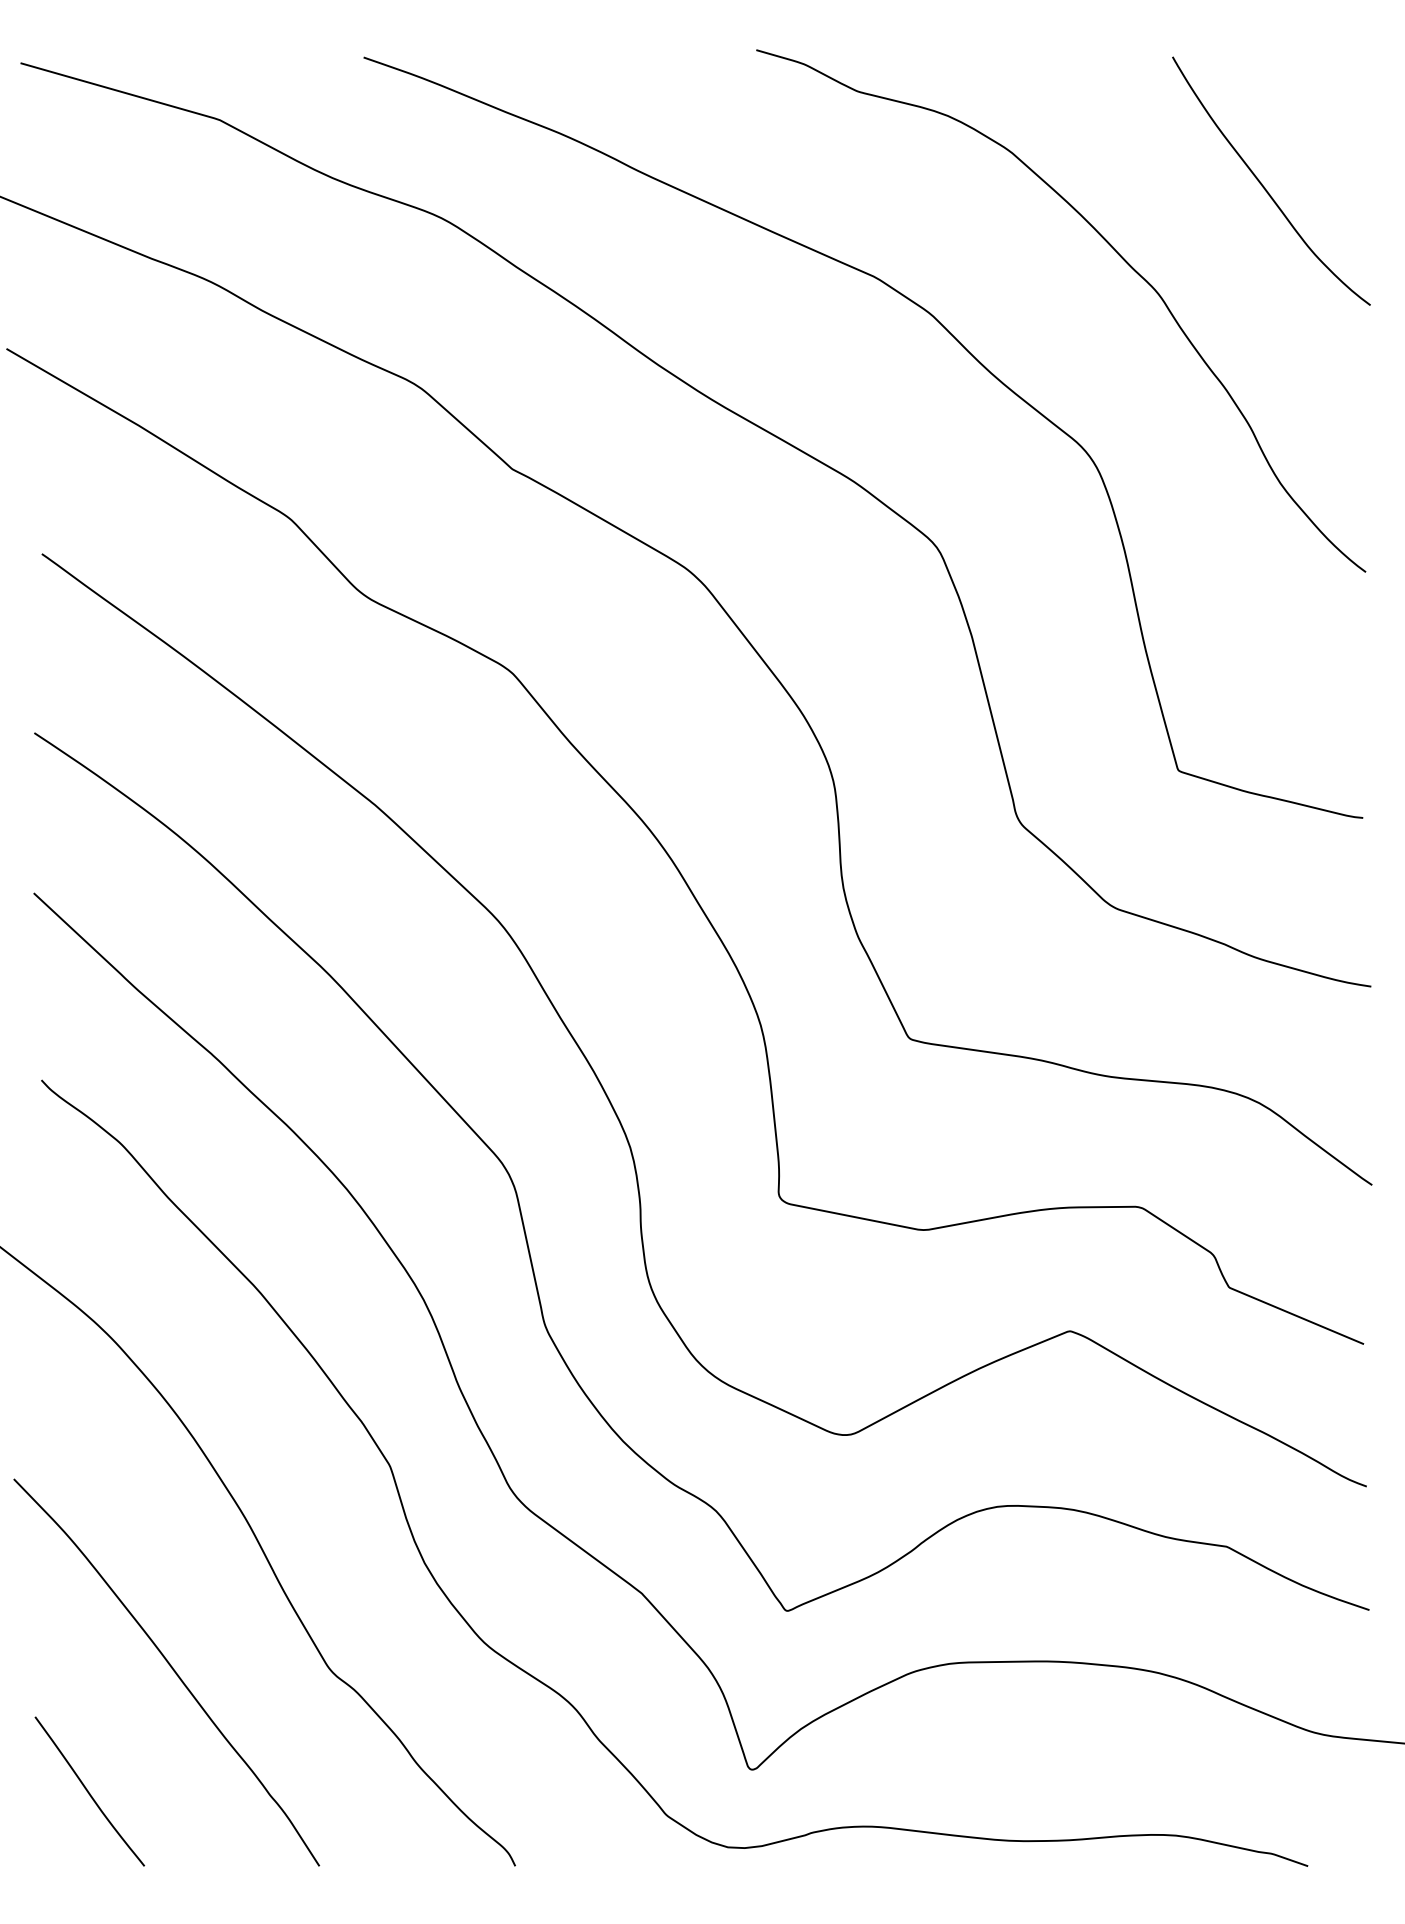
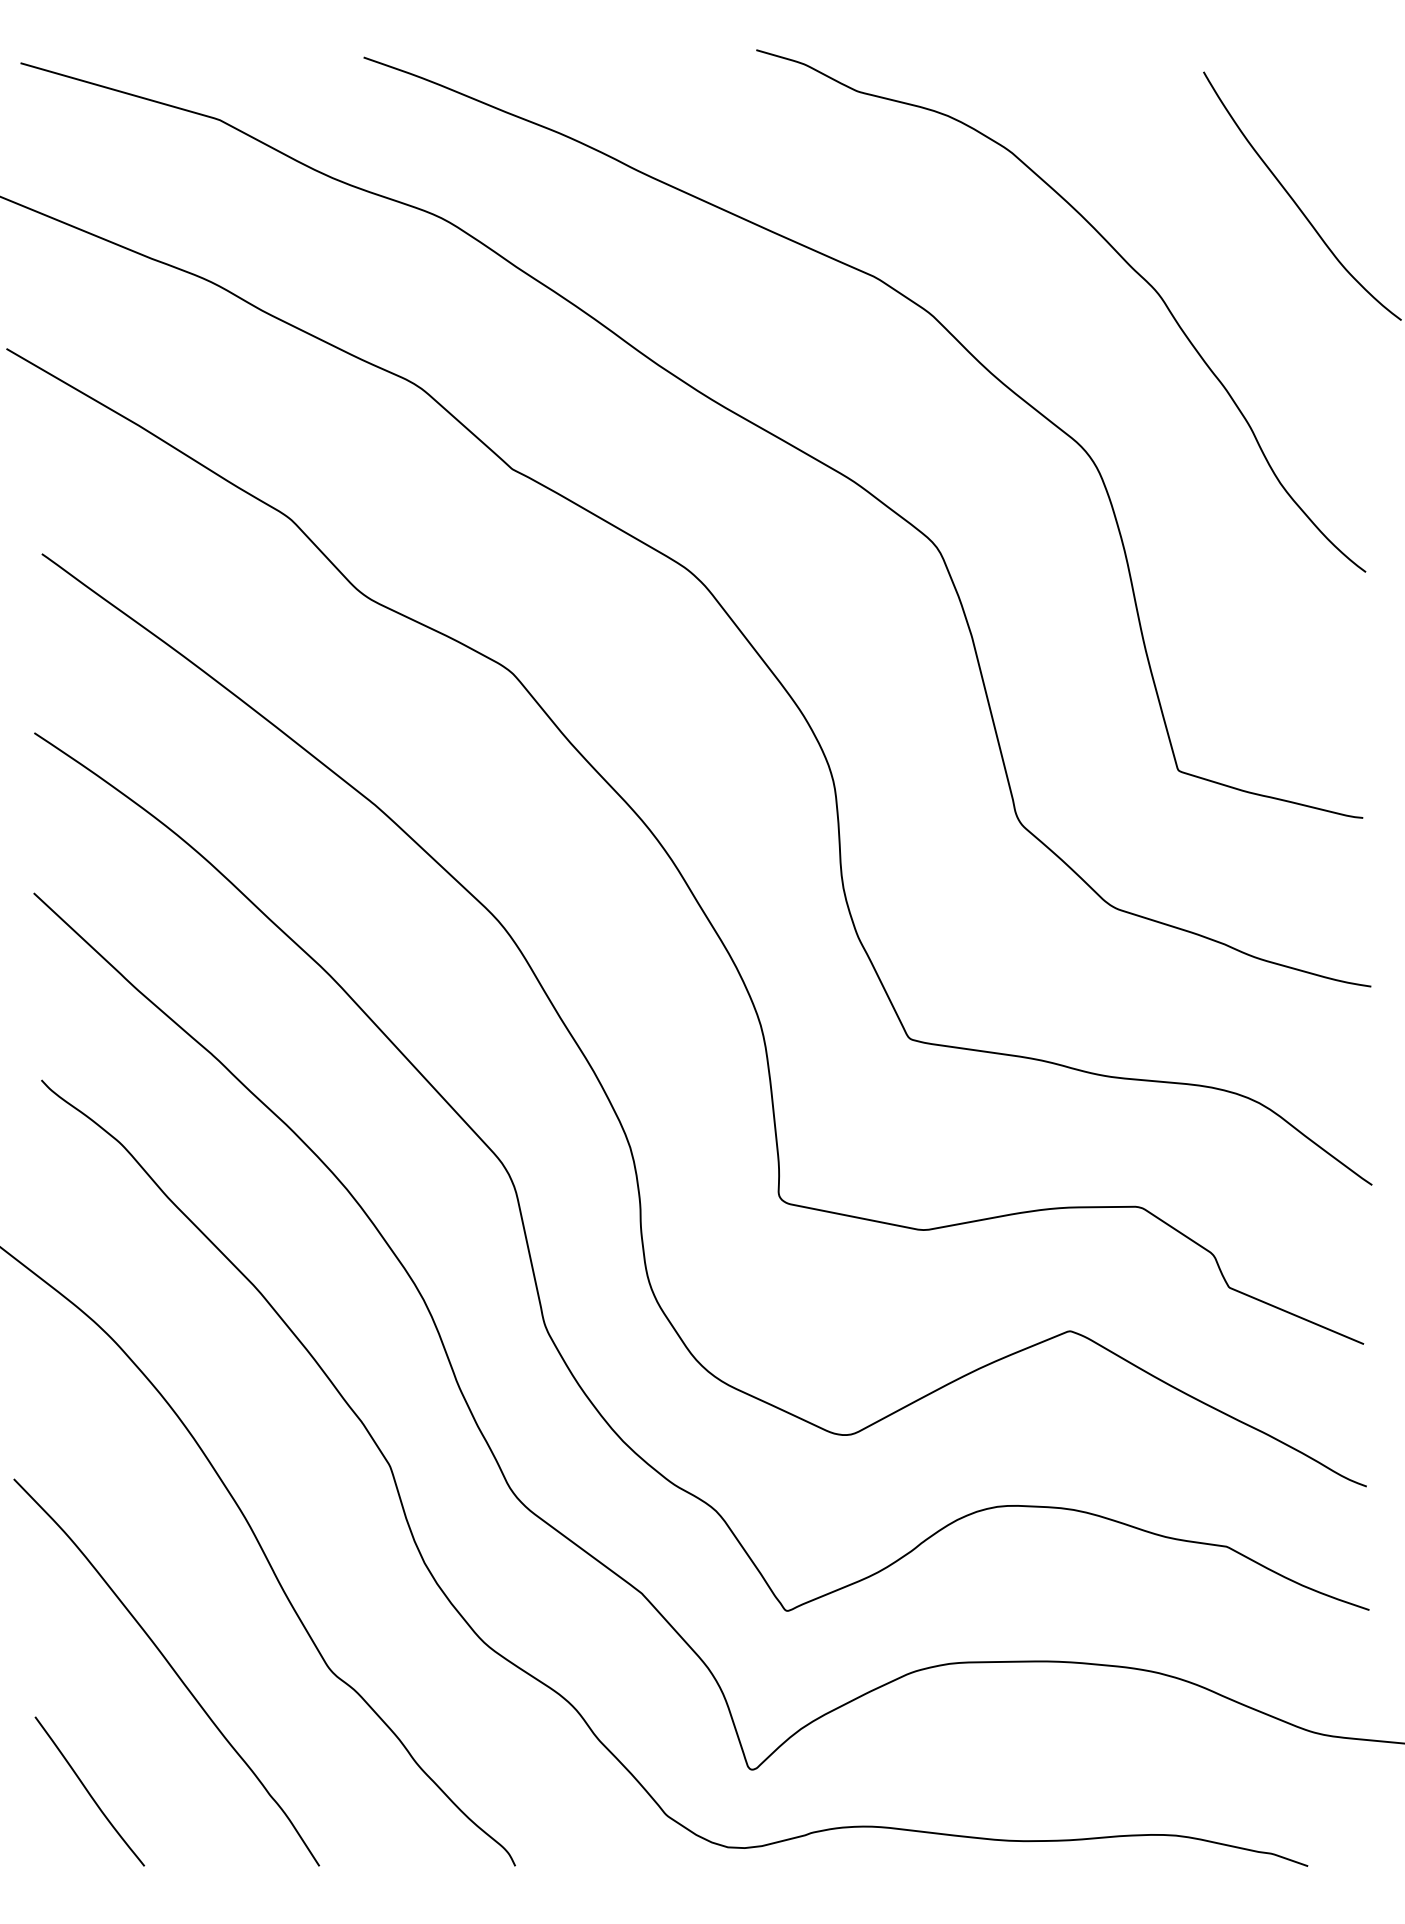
curve at (1264, 186) position: (1264, 186) -> (1295, 201)
